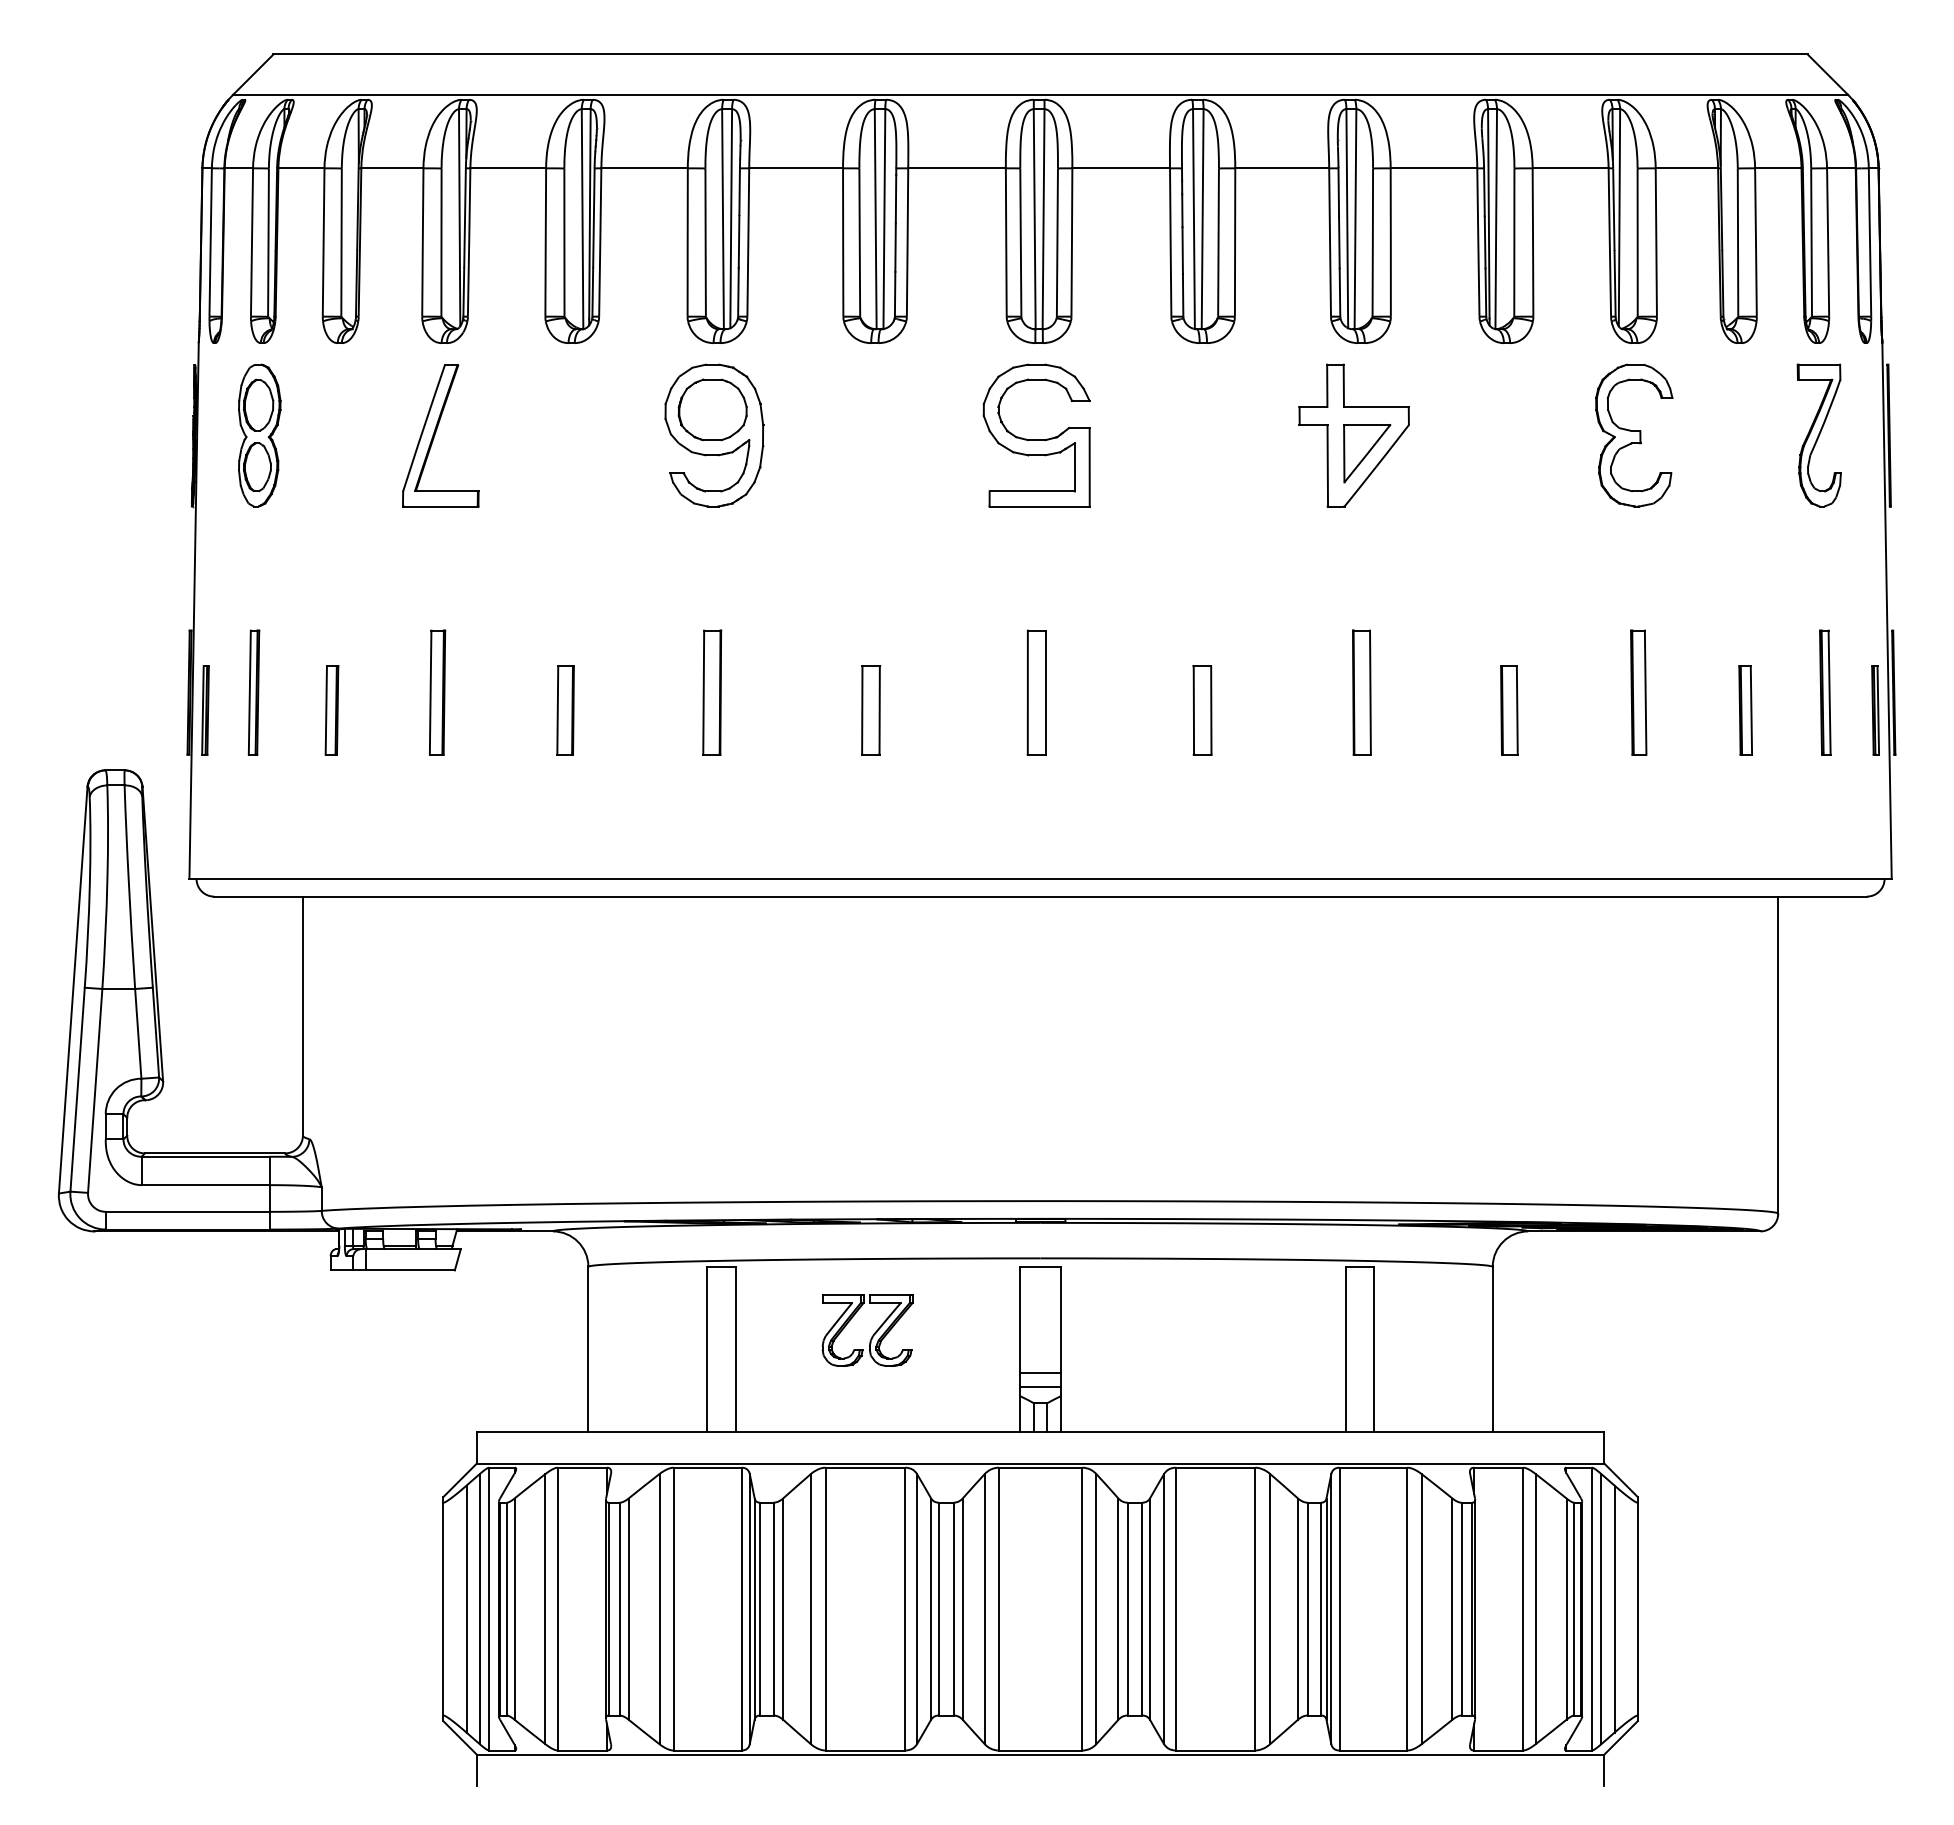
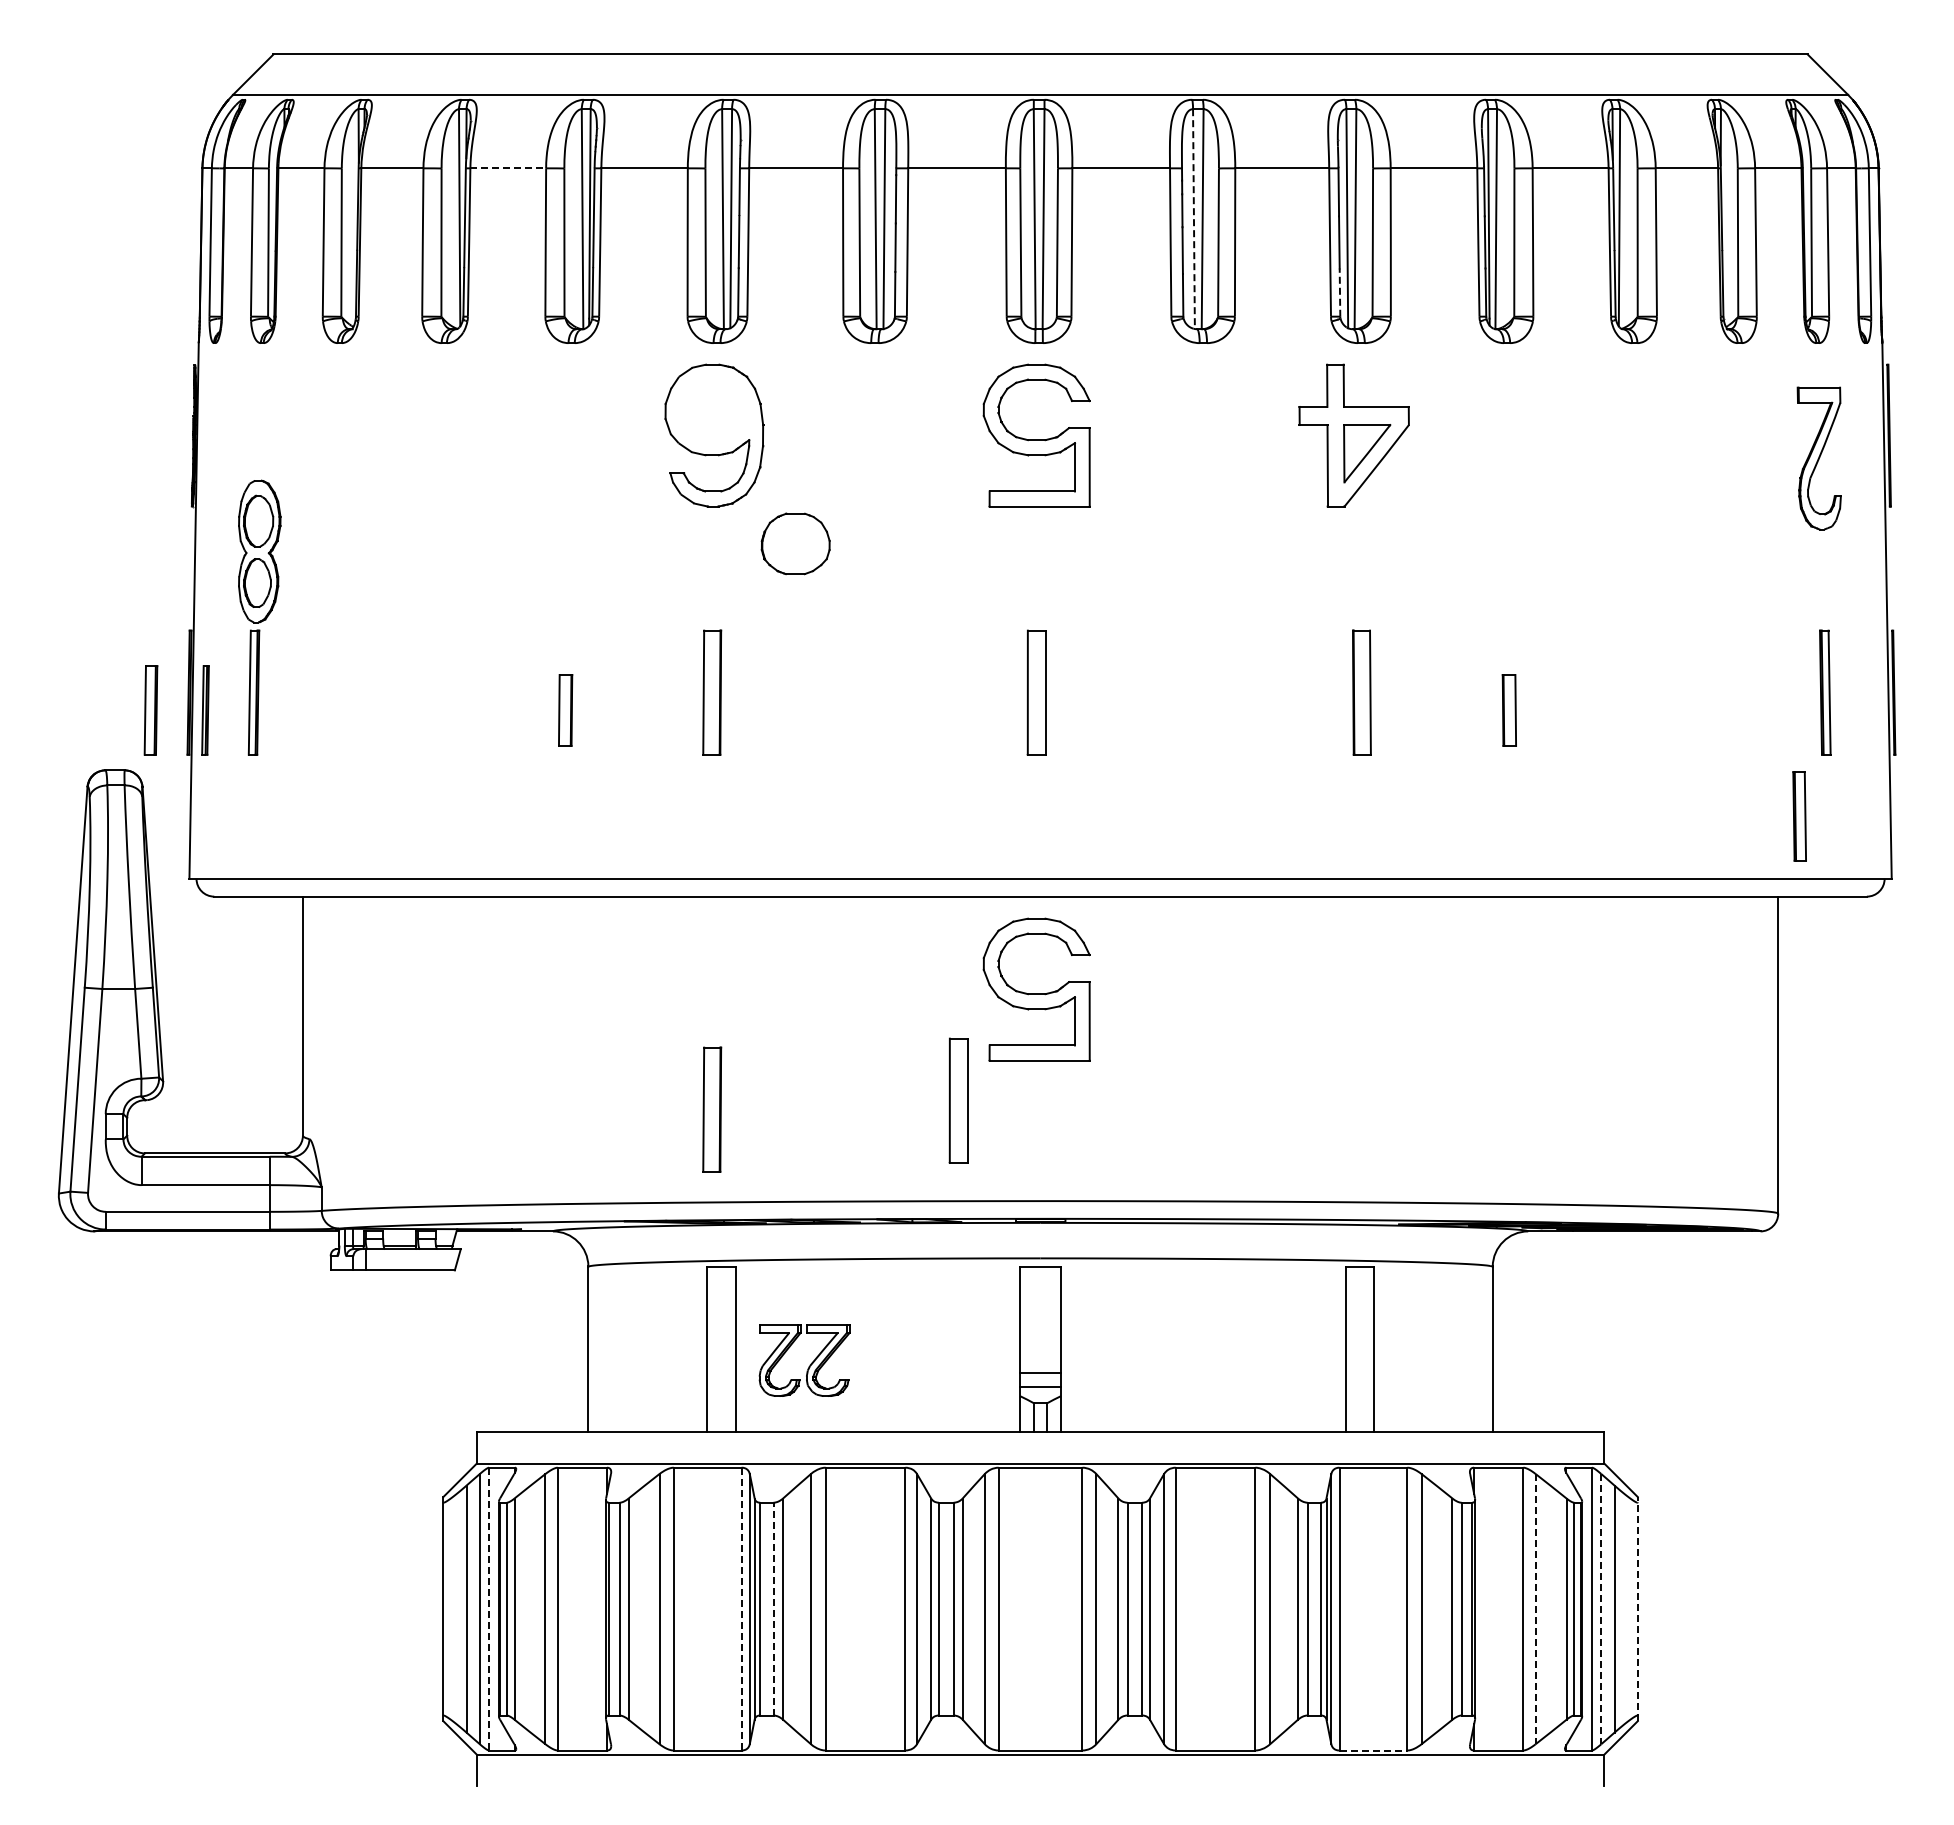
line at (508, 168): solid -> dashed
line at (1193, 219): solid -> dashed
line at (1339, 292): solid -> dashed
part at (712, 409) position: (712, 409) -> (795, 543)
part at (259, 435) position: (259, 435) -> (259, 551)
part at (440, 435): present -> none
part at (1634, 435): present -> none
part at (1818, 435) position: (1818, 435) -> (1818, 458)
part at (437, 692): present -> none
part at (1638, 692): present -> none
part at (331, 710) position: (331, 710) -> (150, 710)
part at (565, 710) size: 19x91 px -> 16x73 px
part at (871, 710): present -> none
part at (1202, 710): present -> none
part at (1509, 710) size: 19x91 px -> 16x73 px
part at (1745, 710) position: (1745, 710) -> (1799, 816)
part at (1875, 710): present -> none
part at (1036, 989): none -> present
part at (958, 1100): none -> present
part at (712, 1109): none -> present
part at (873, 1333) position: (873, 1333) -> (810, 1363)
line at (773, 1608): solid -> dashed
line at (1637, 1608): solid -> dashed
line at (489, 1609): solid -> dashed
line at (741, 1609): solid -> dashed
line at (1535, 1609): solid -> dashed
line at (1601, 1609): solid -> dashed
line at (1373, 1750): solid -> dashed
